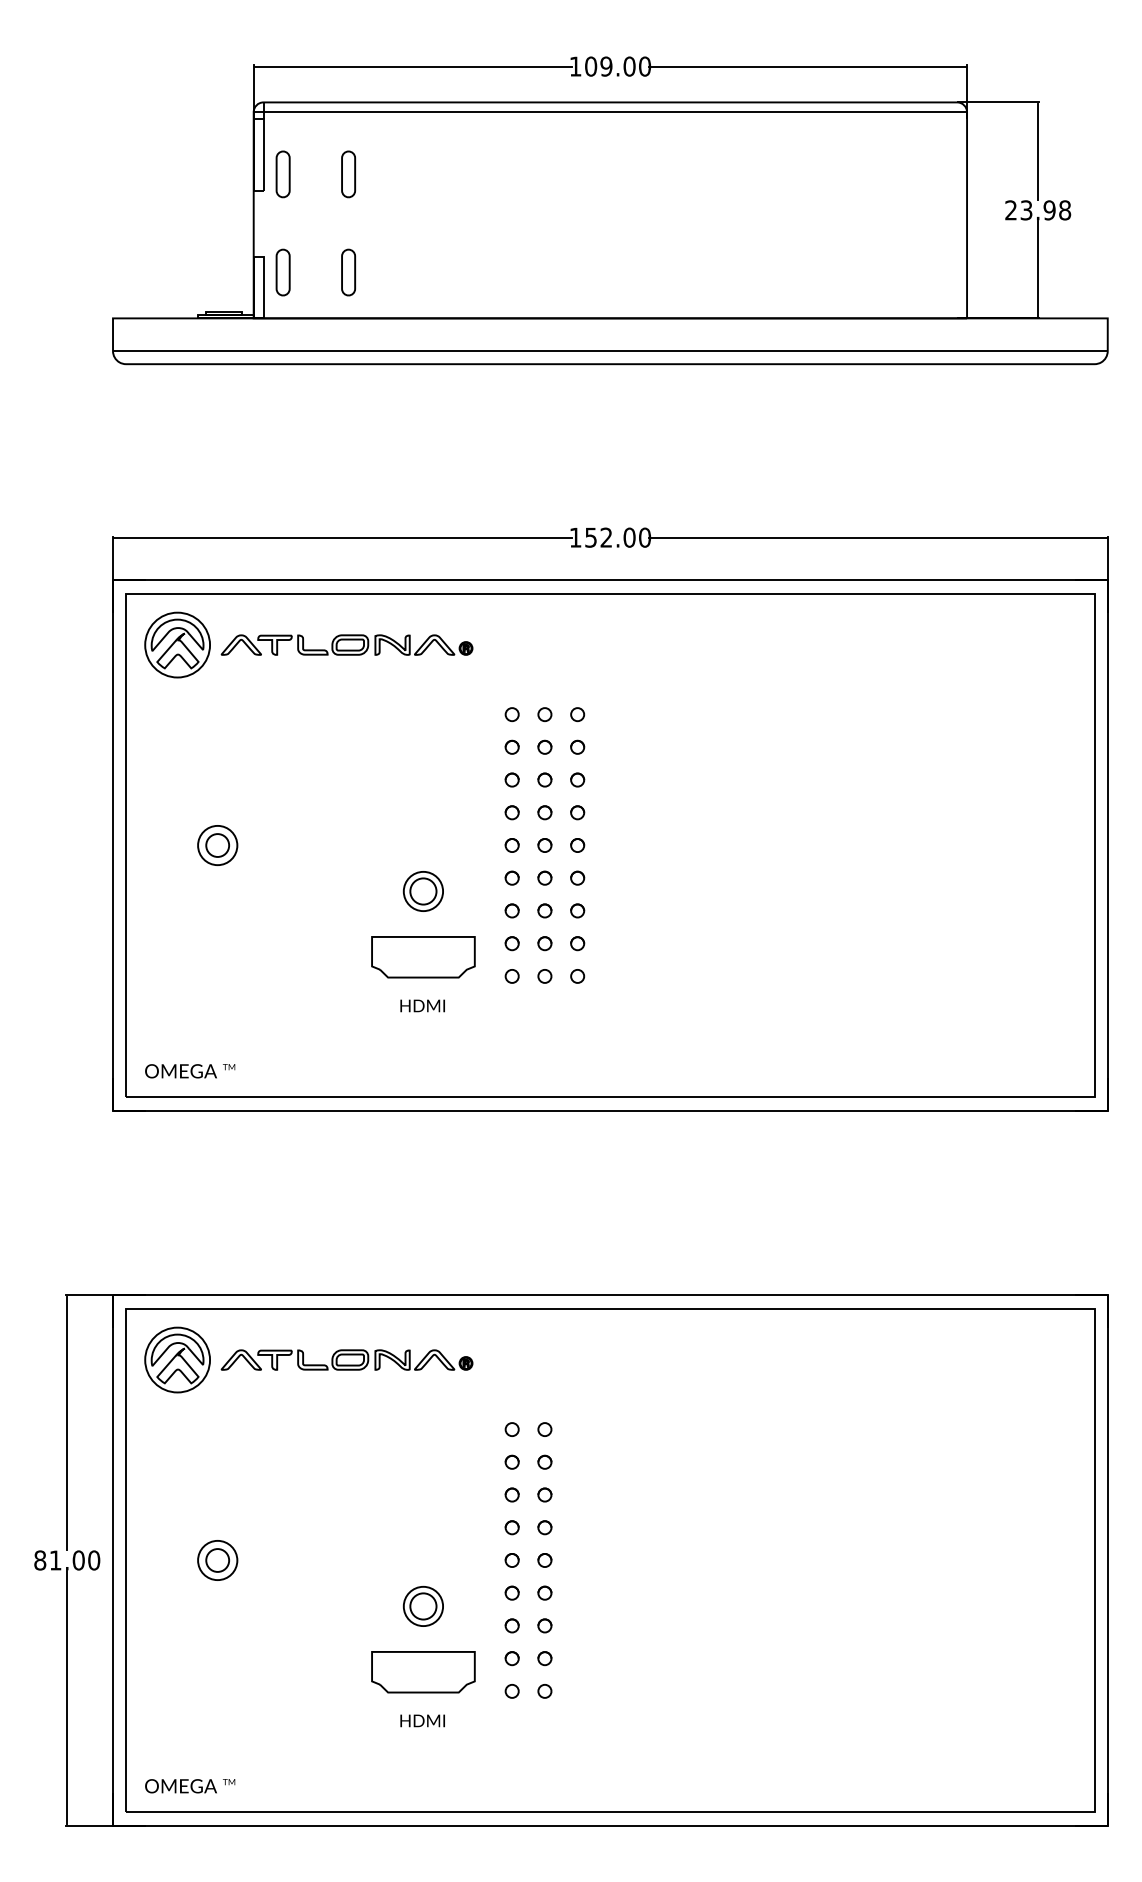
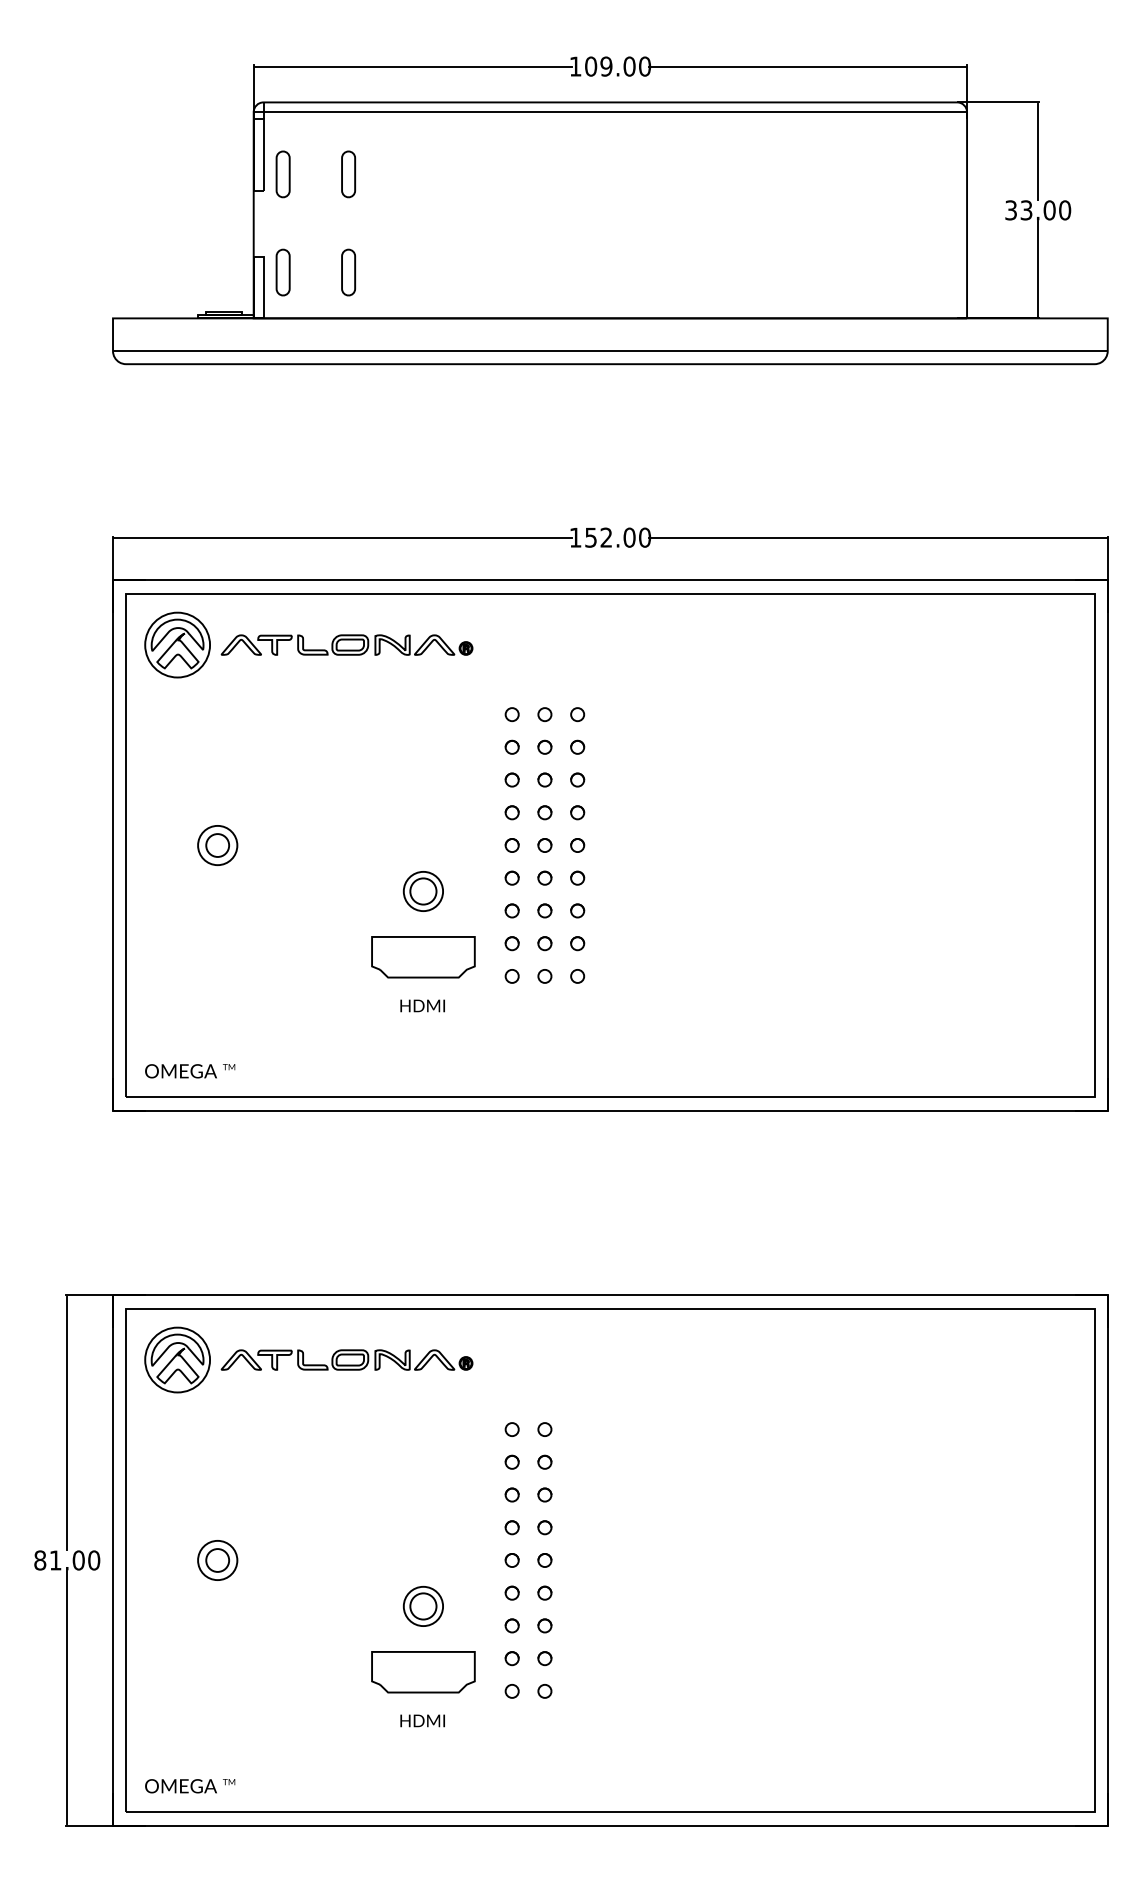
text at (1038, 210): 23.98 -> 33.00
